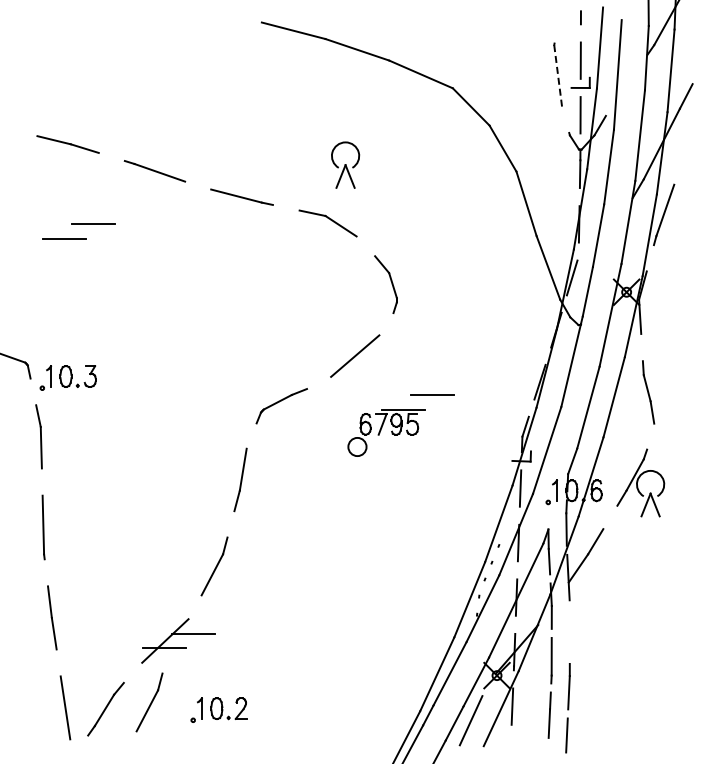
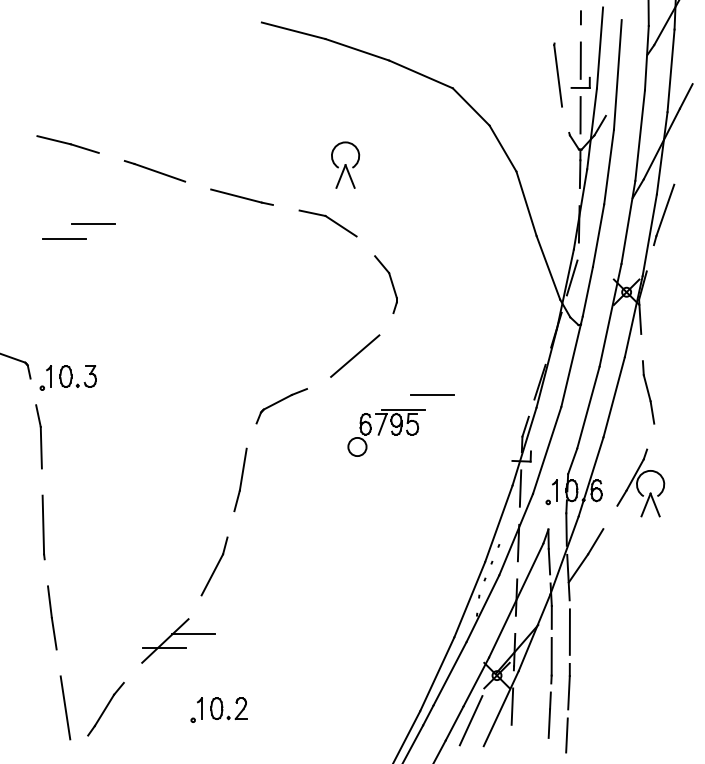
line at (558, 76): dashed -> solid
line at (569, 631): none -> present
part at (149, 702): present -> none
